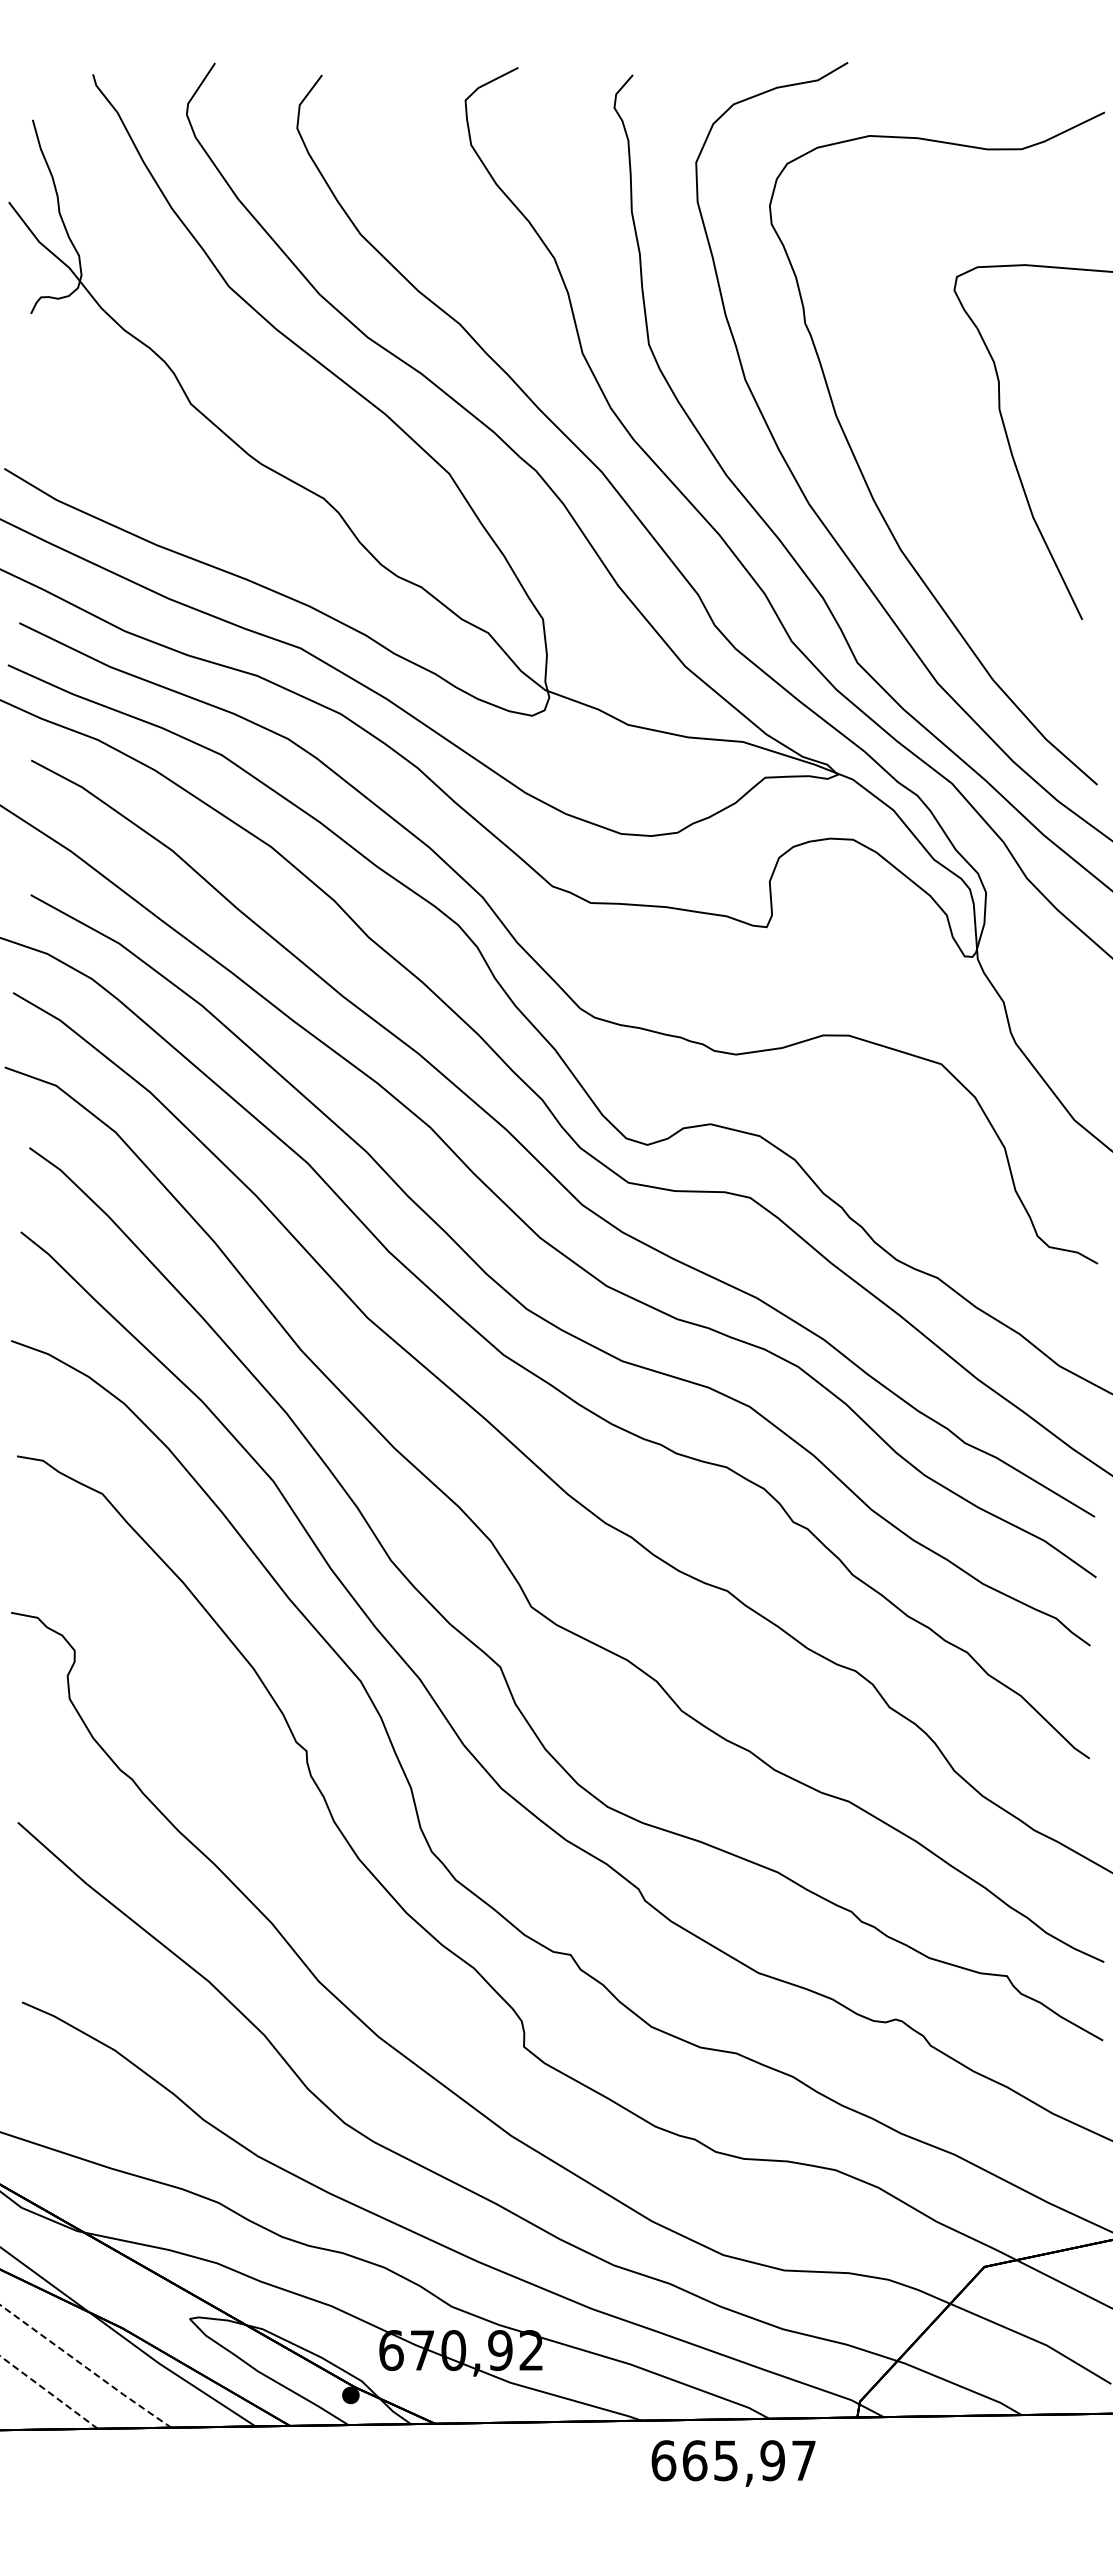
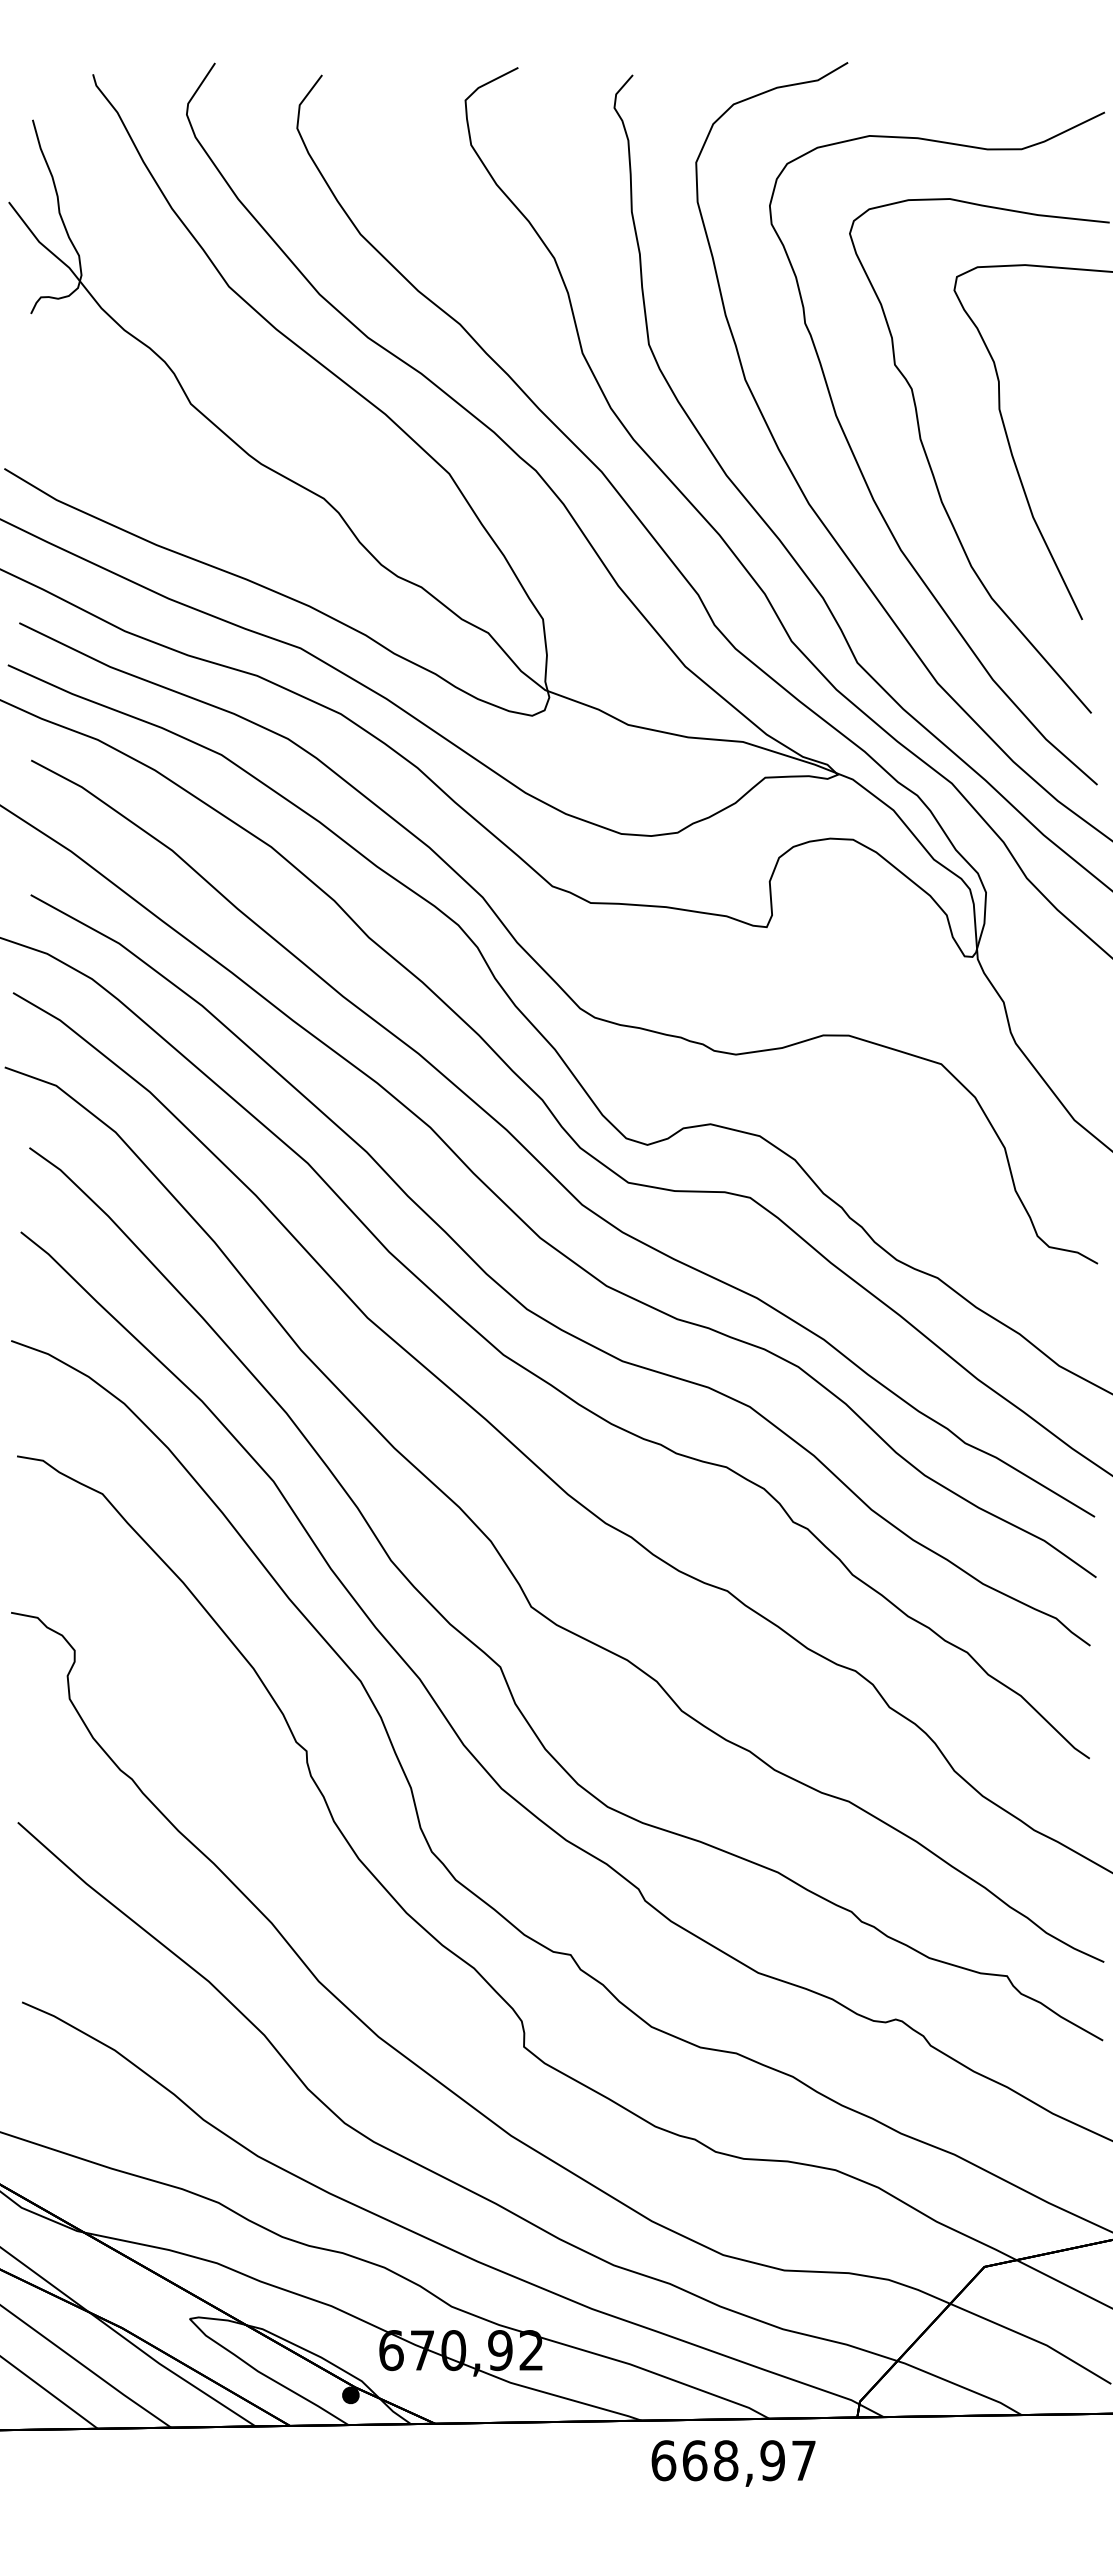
curve at (932, 469): none -> present
line at (85, 2367): dashed -> solid
line at (49, 2392): dashed -> solid
text at (726, 2460): 665,97 -> 668,97
